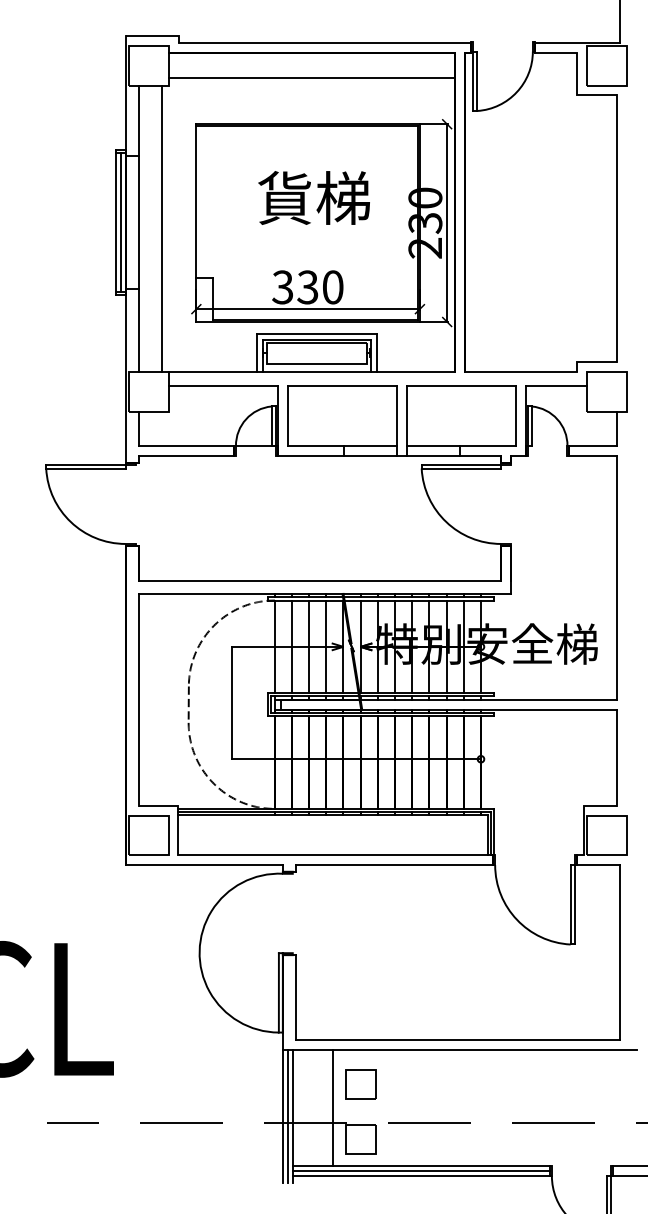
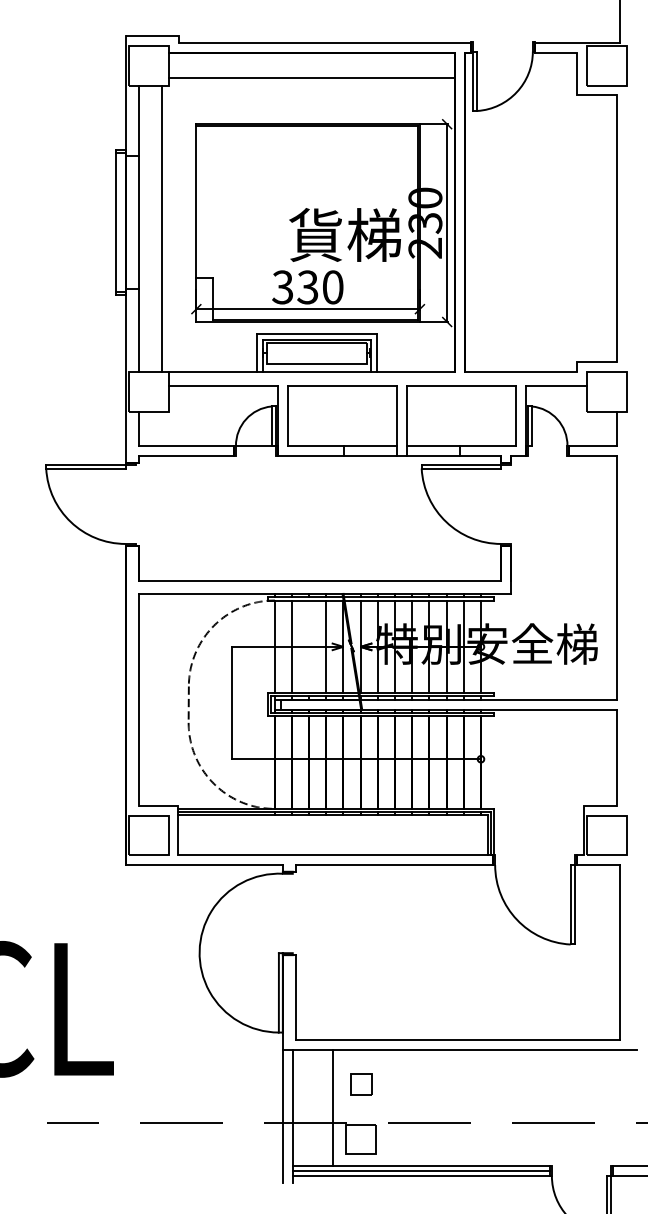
text at (313, 197) position: (313, 197) -> (344, 234)
line at (120, 221): present -> none
line at (309, 646): present -> none
part at (360, 1084) size: 32x31 px -> 23x23 px
line at (287, 1116): present -> none
